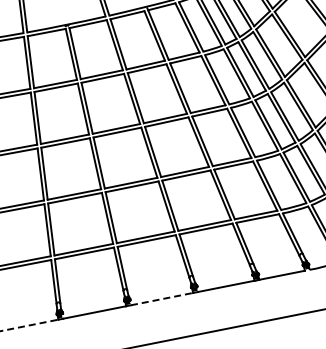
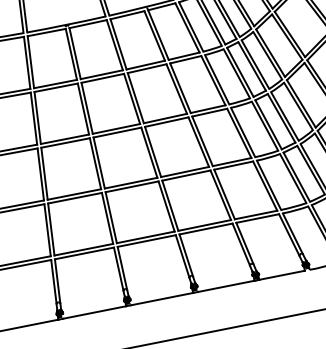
line at (162, 299): dashed -> solid
line at (30, 325): dashed -> solid
